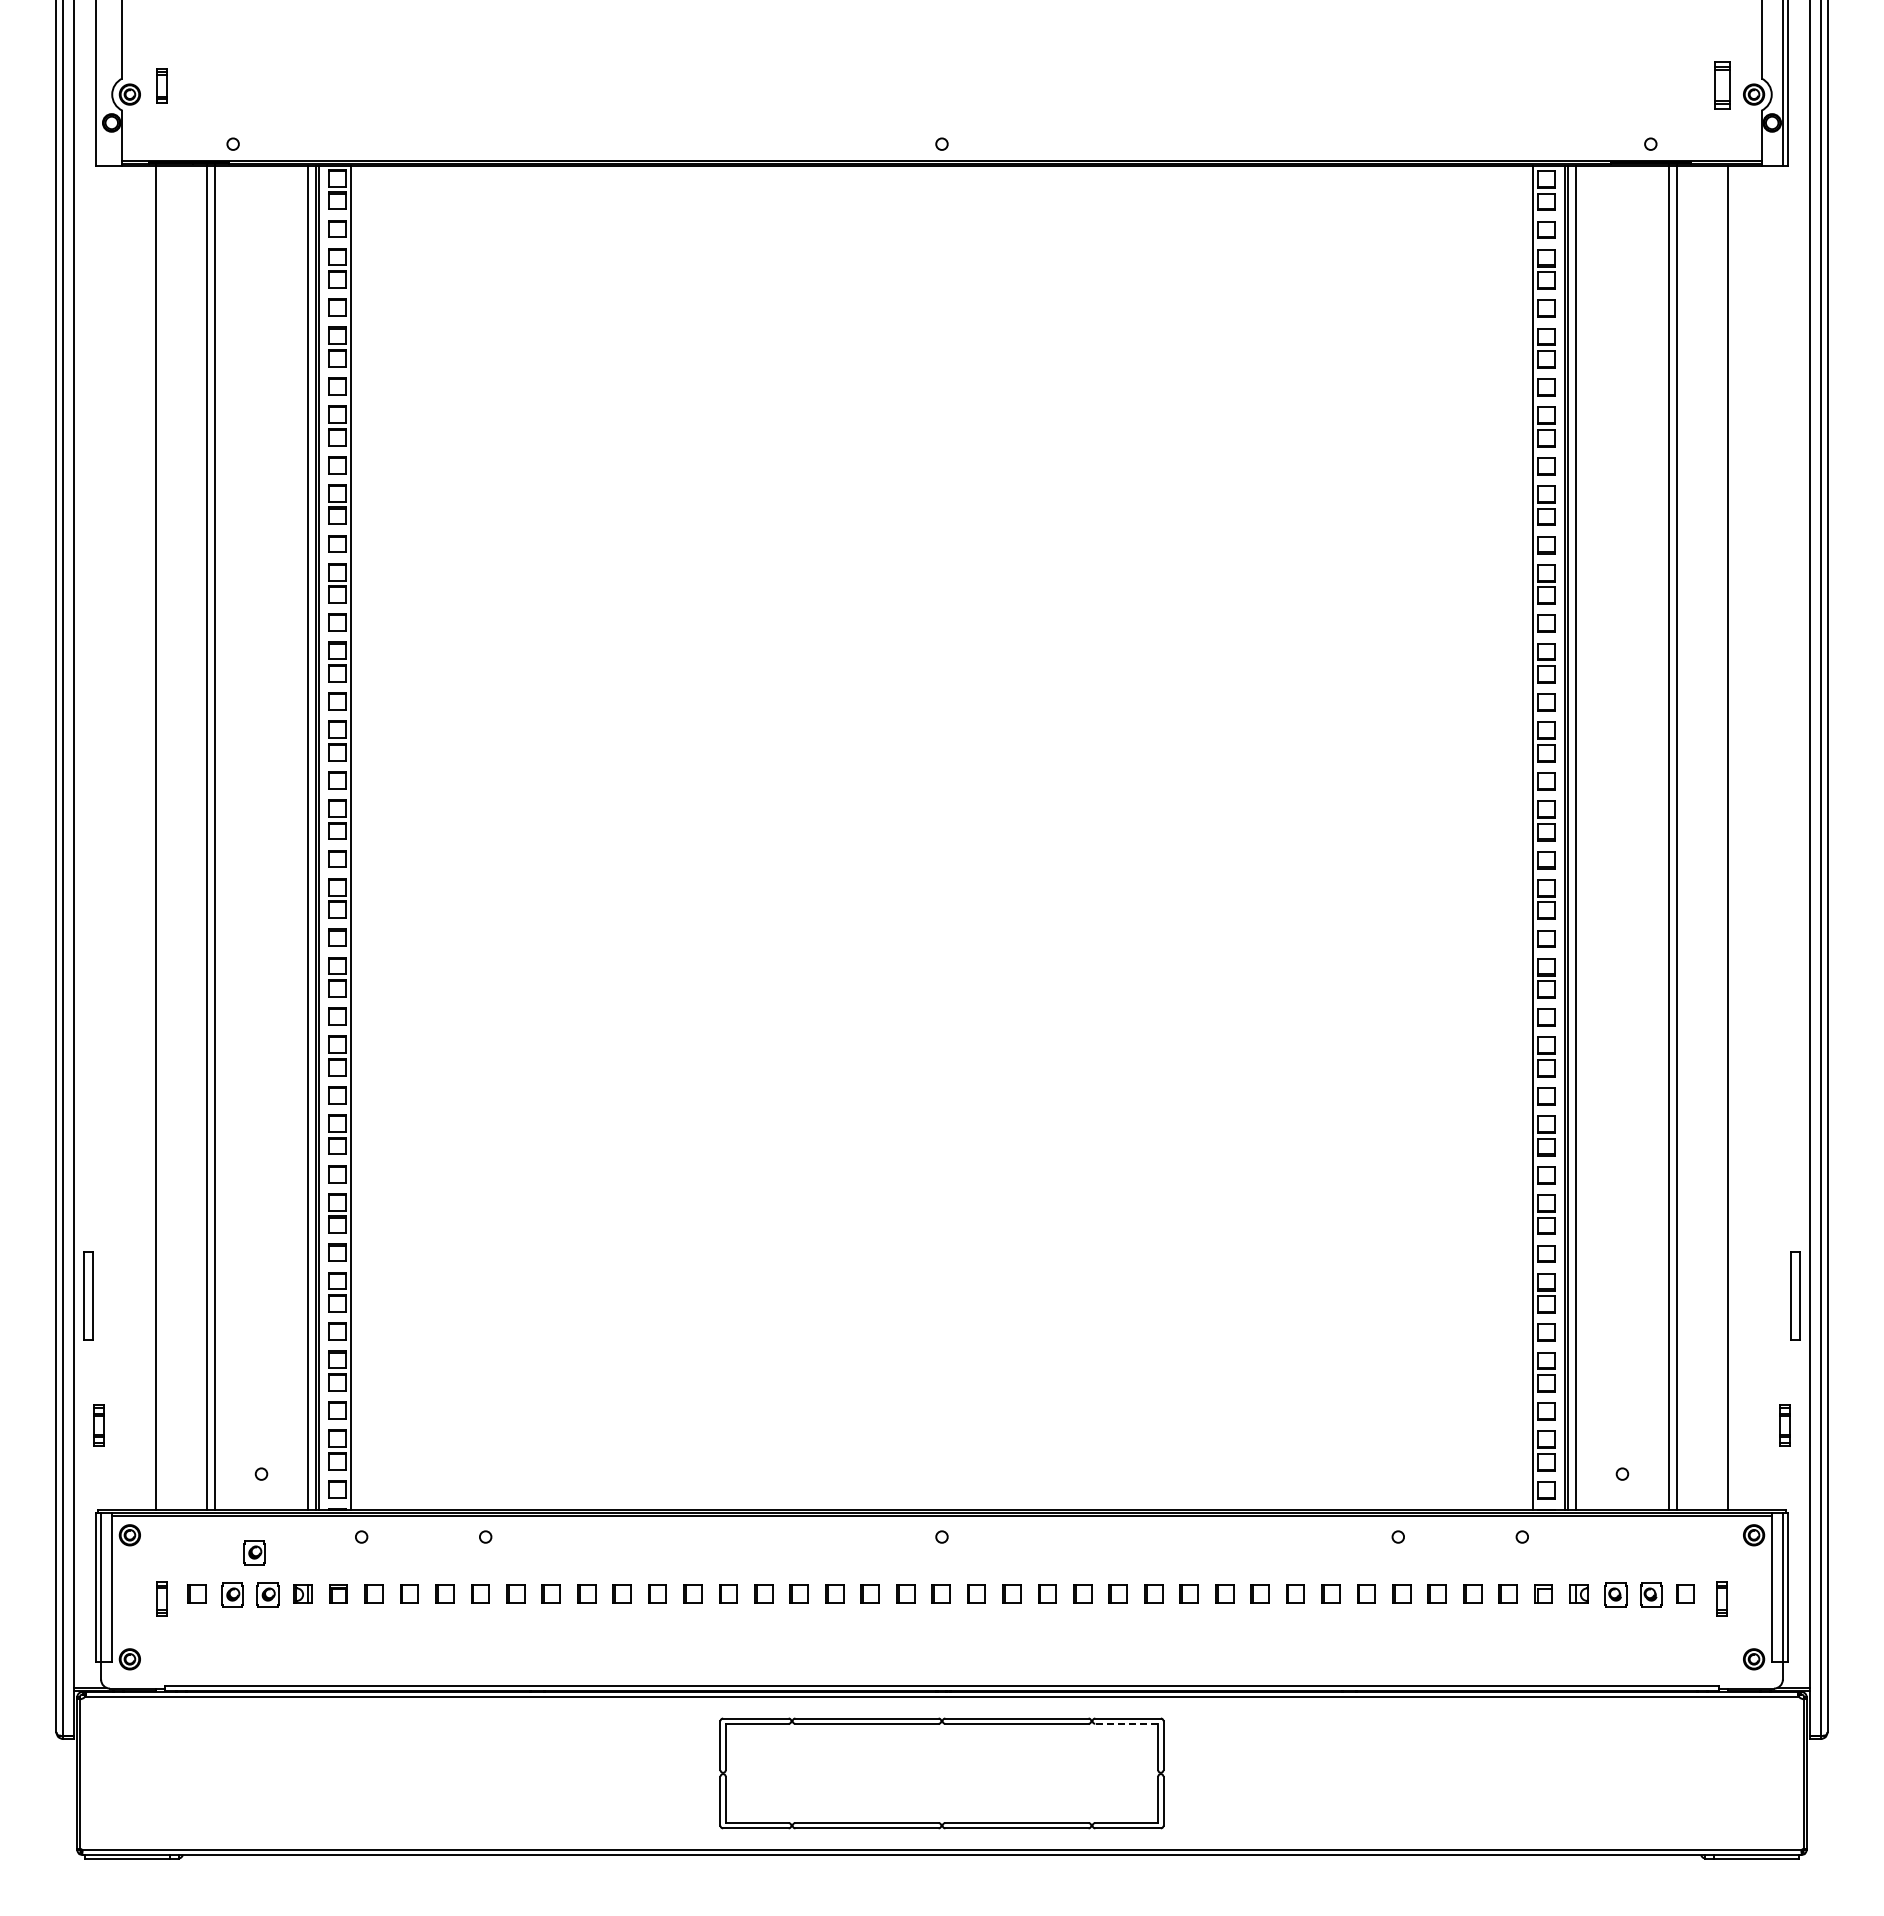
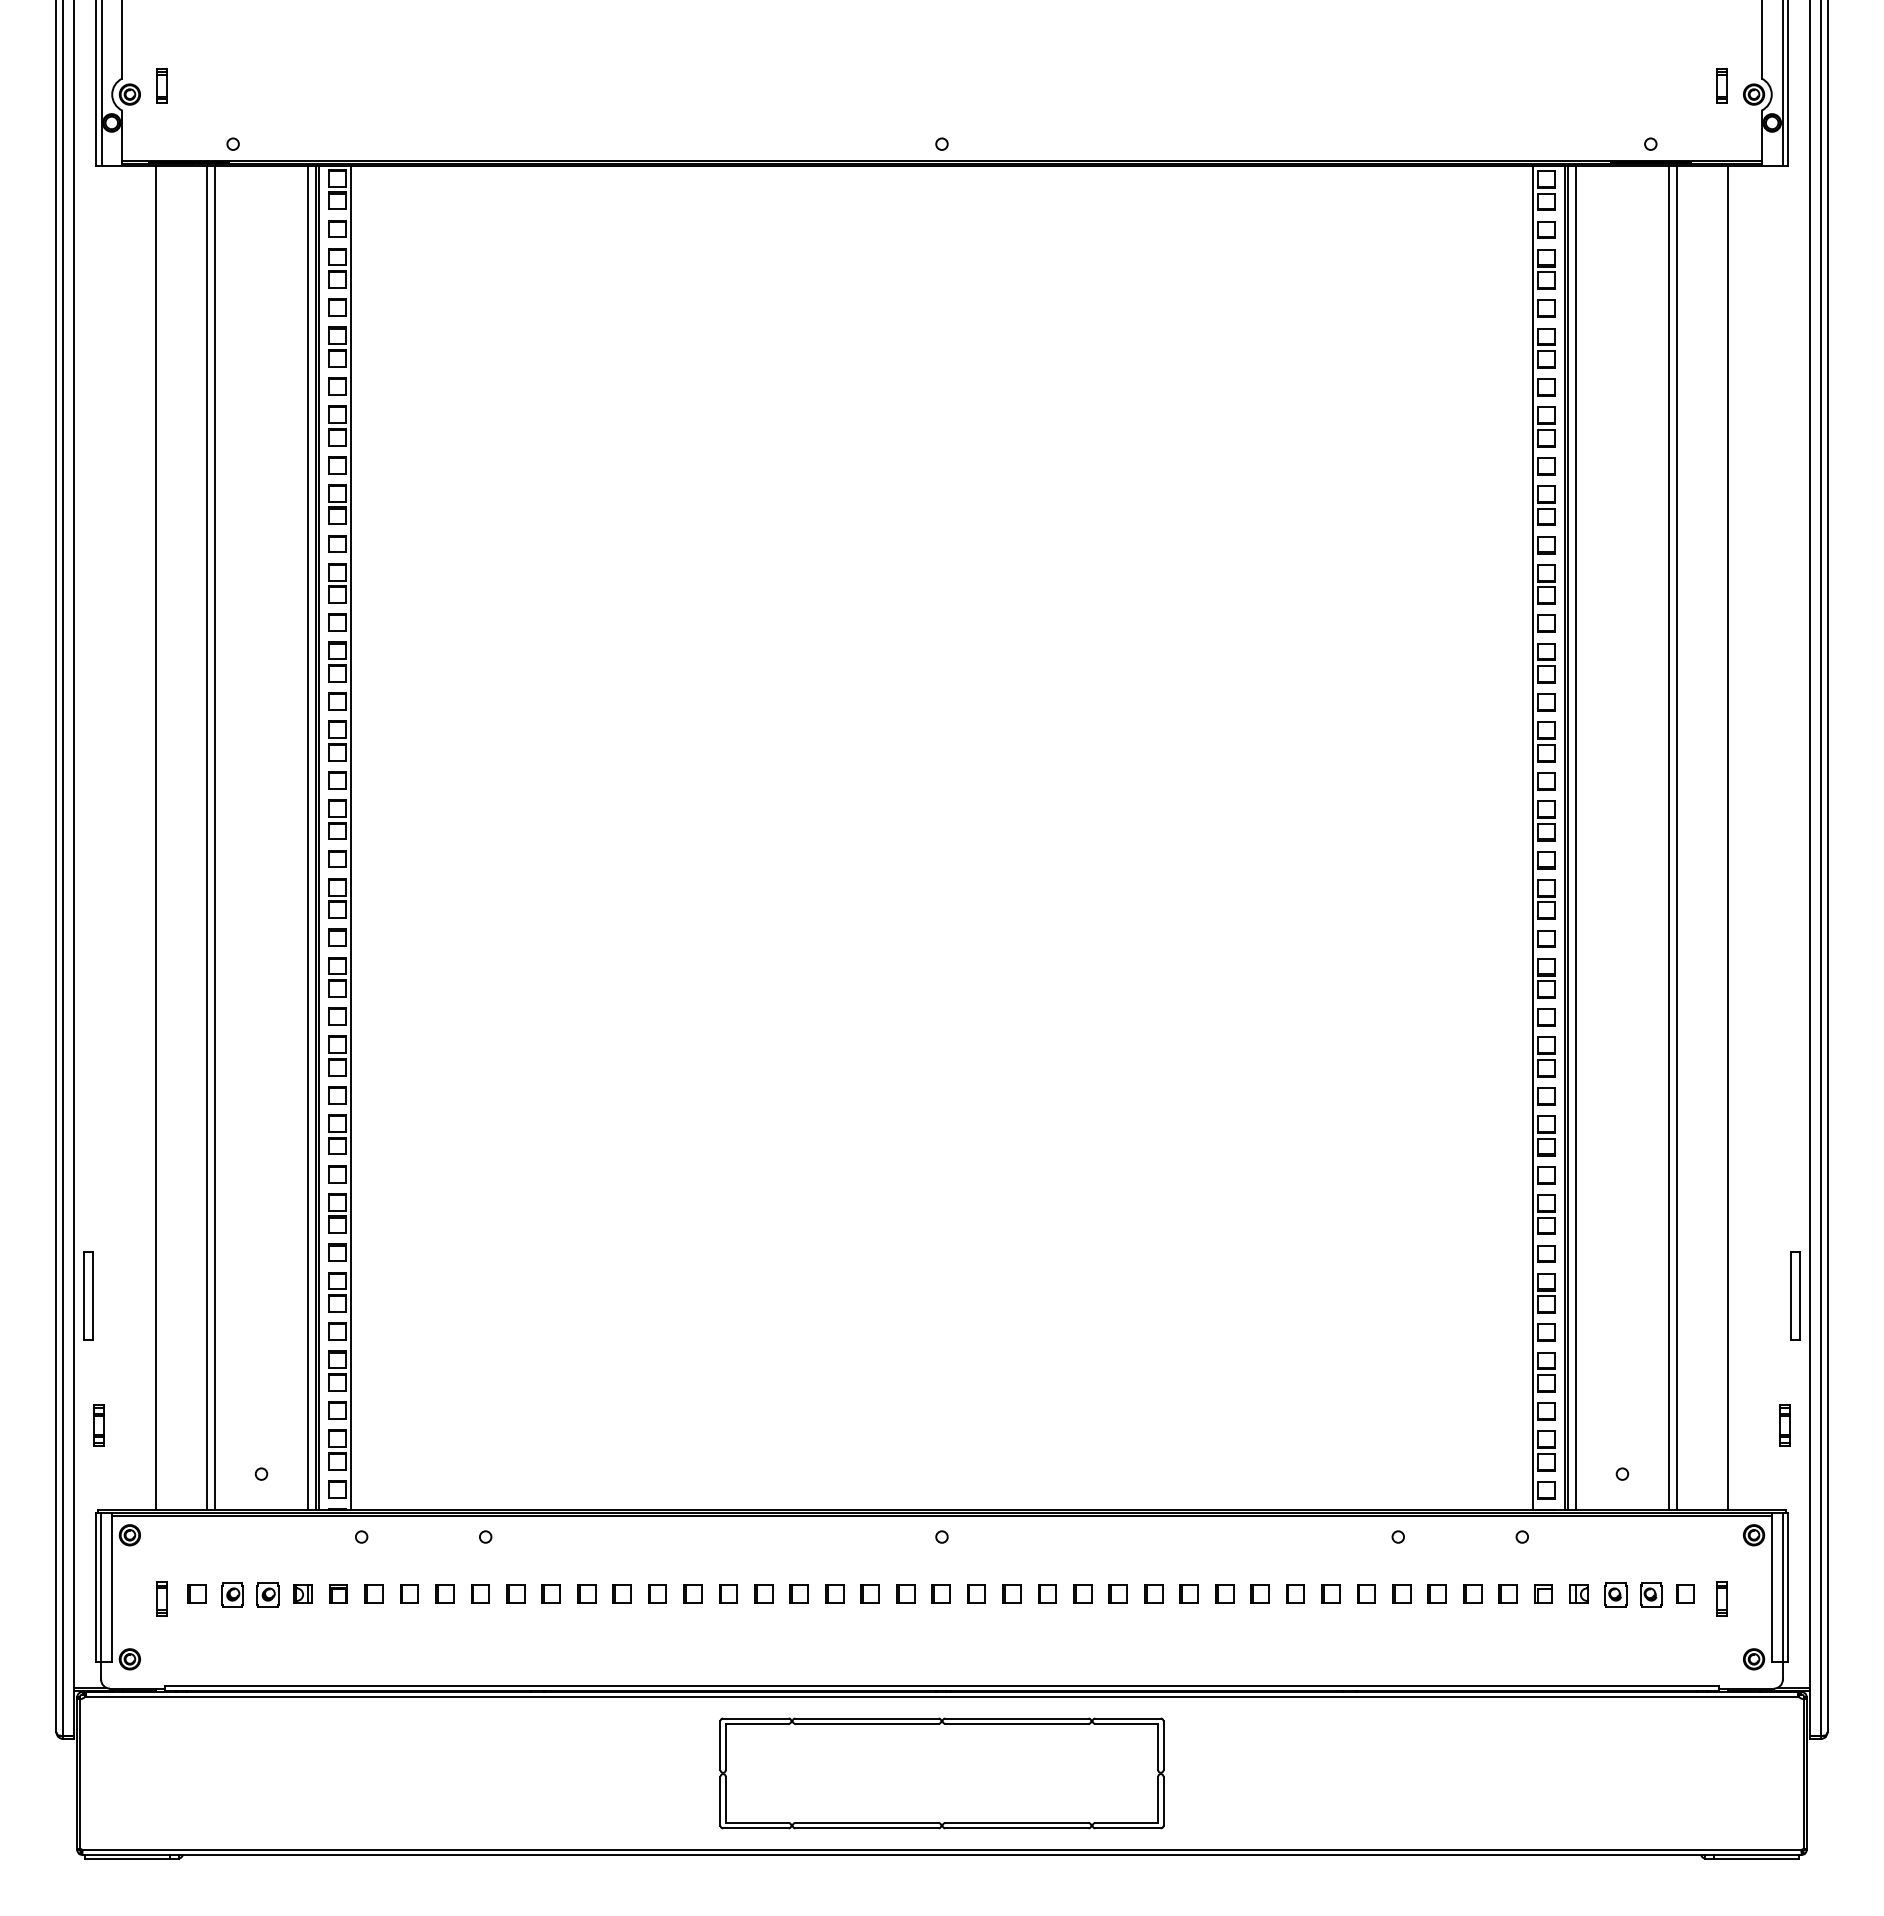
line at (101, 84): none -> present
part at (1722, 85) size: 17x49 px -> 12x36 px
part at (254, 1552): present -> none
line at (1126, 1723): dashed -> solid
